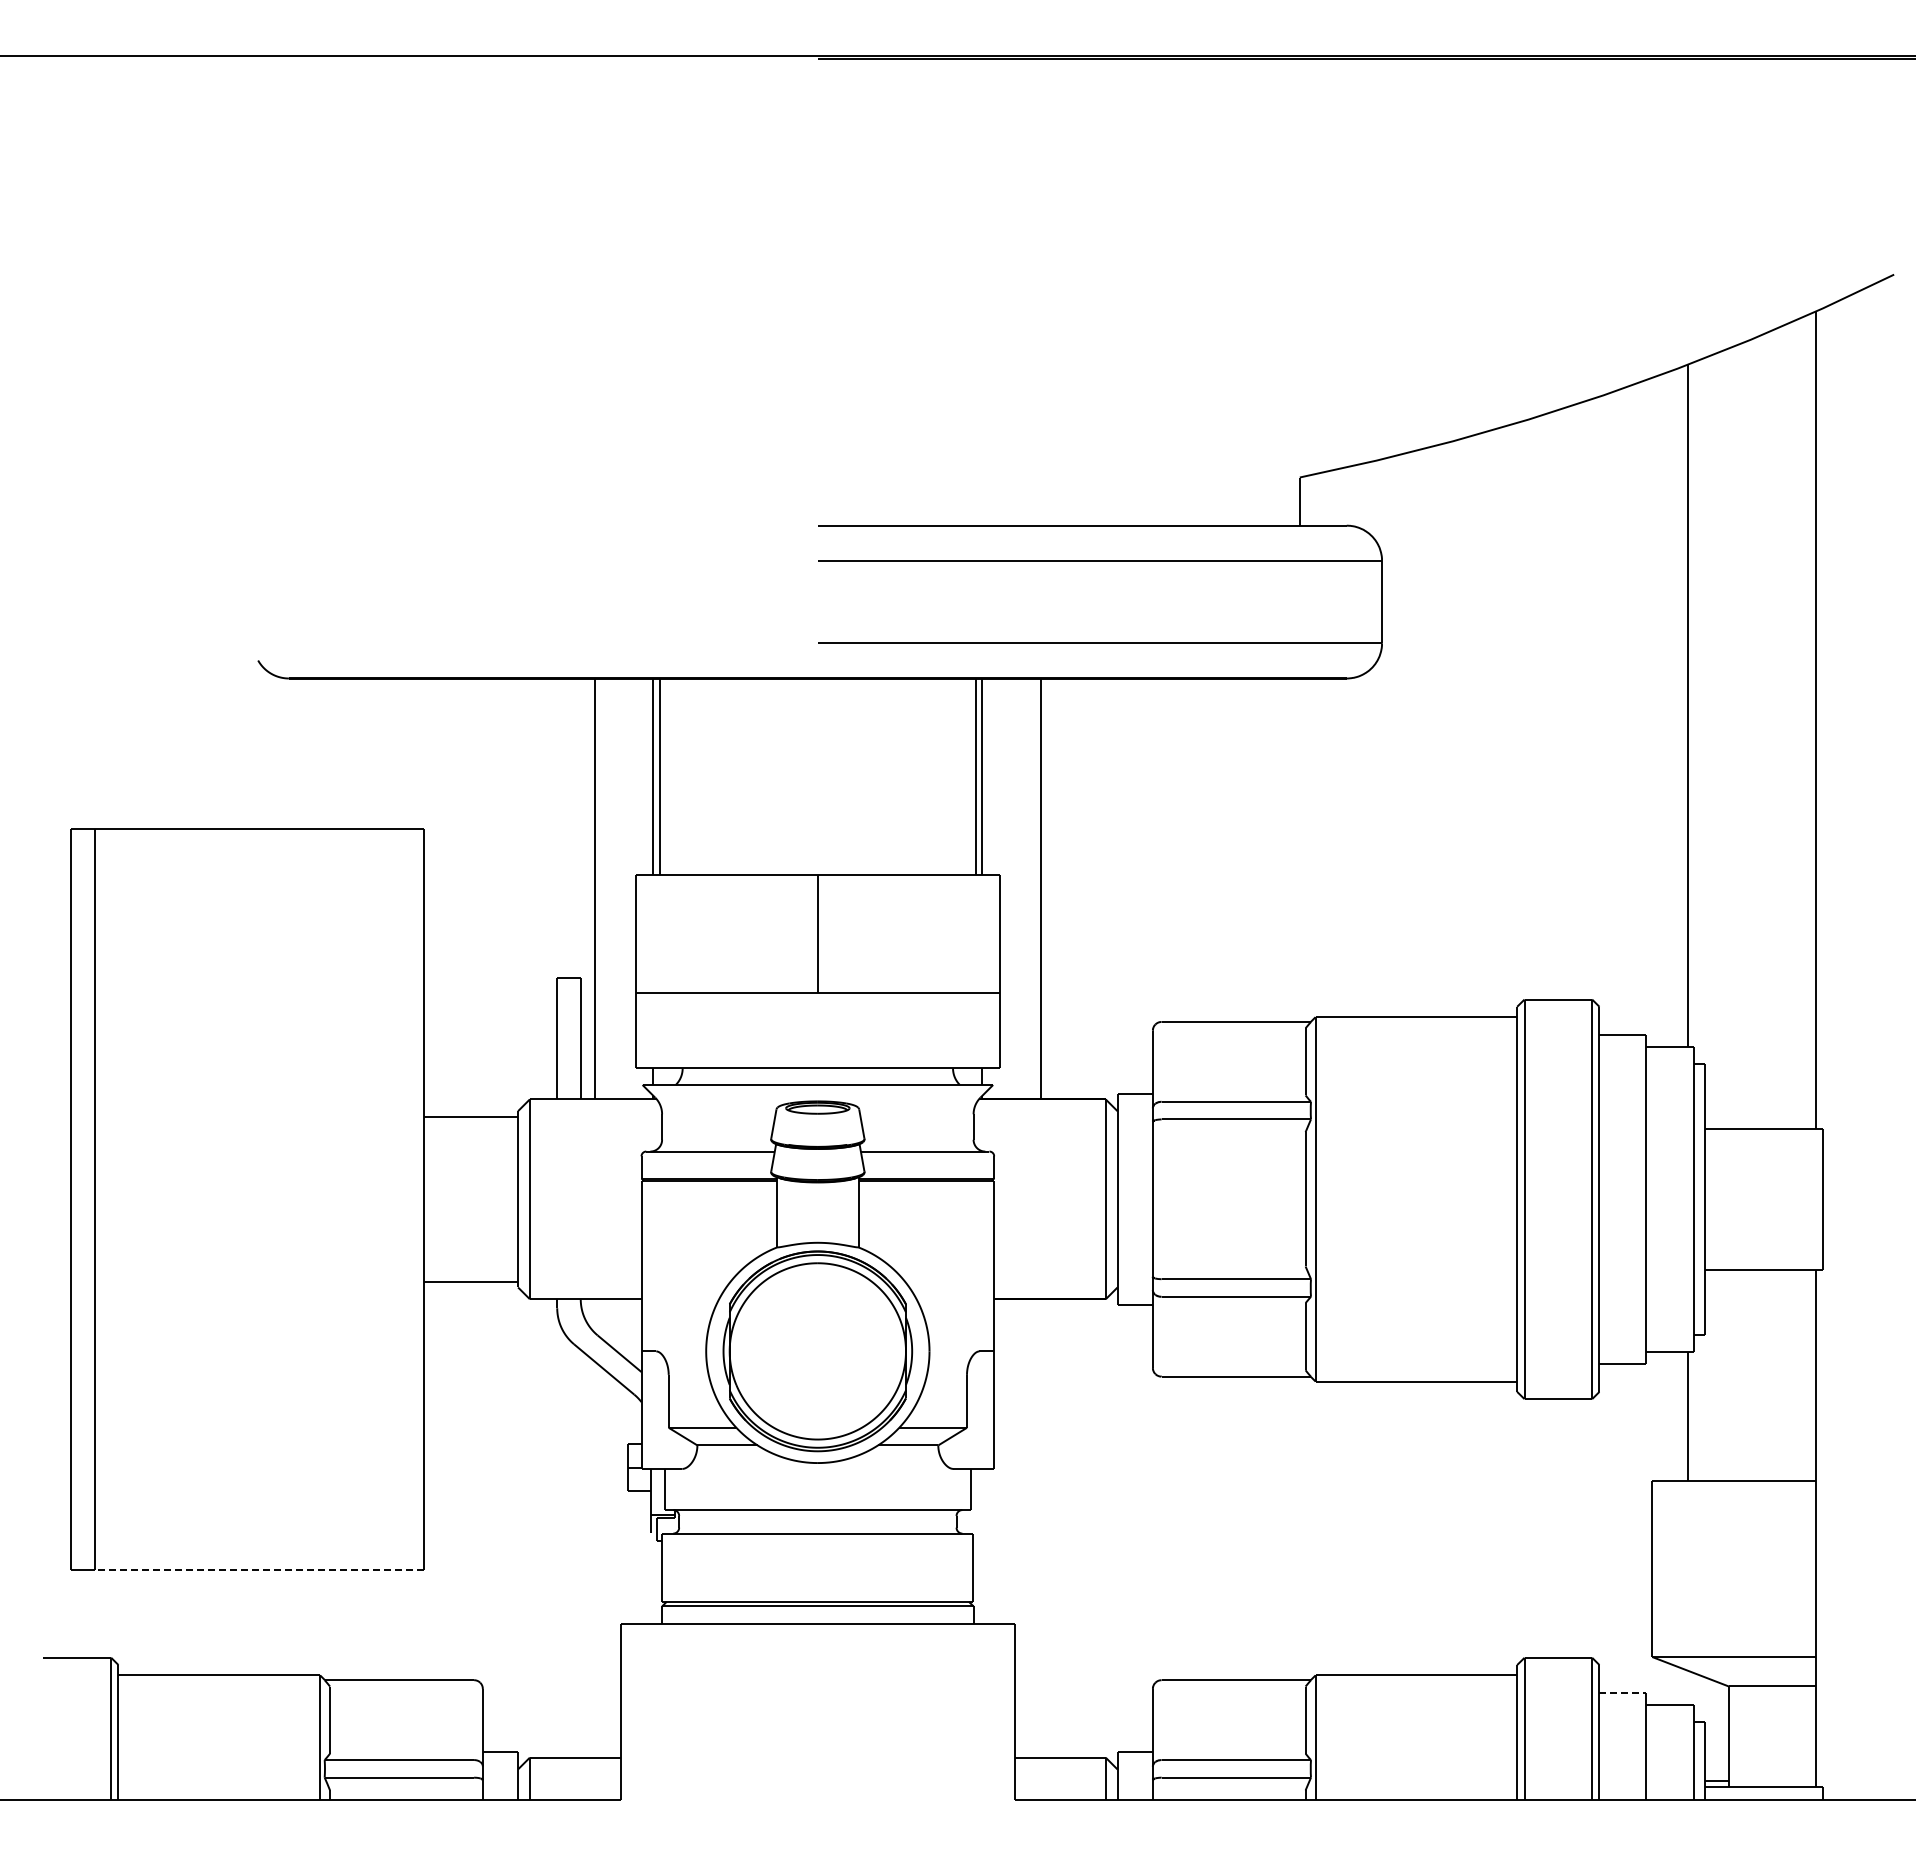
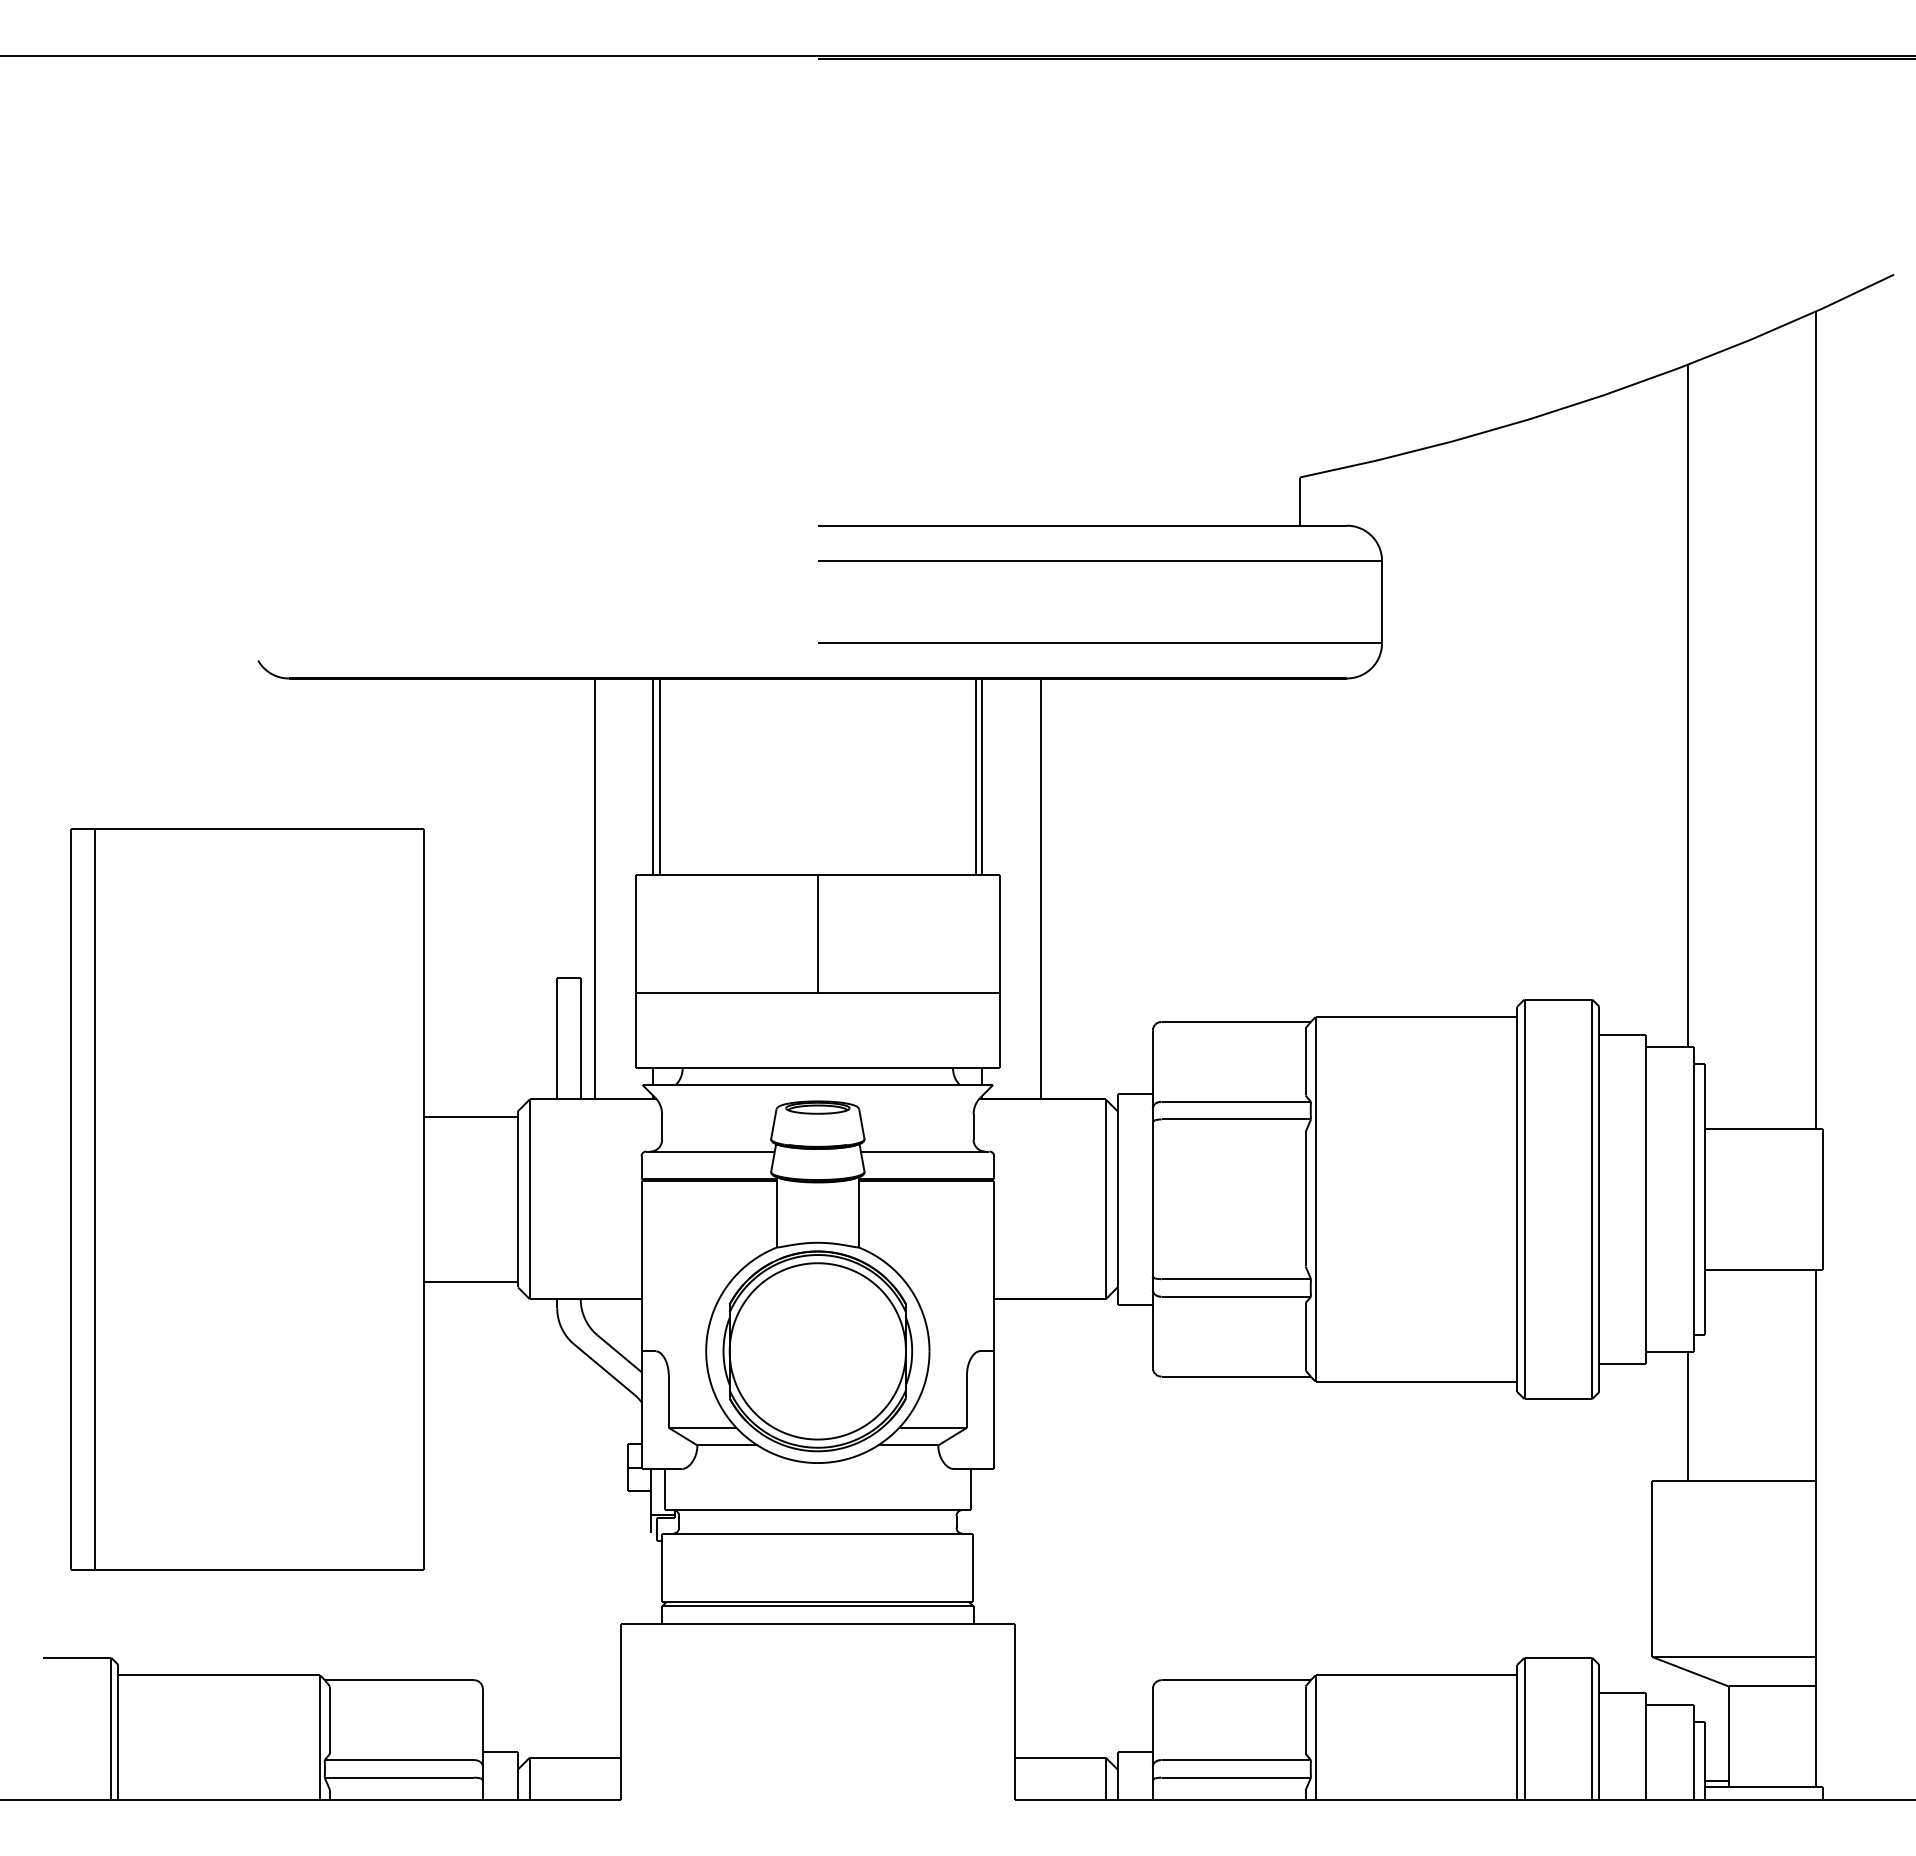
line at (259, 1569): dashed -> solid
line at (1622, 1693): dashed -> solid
